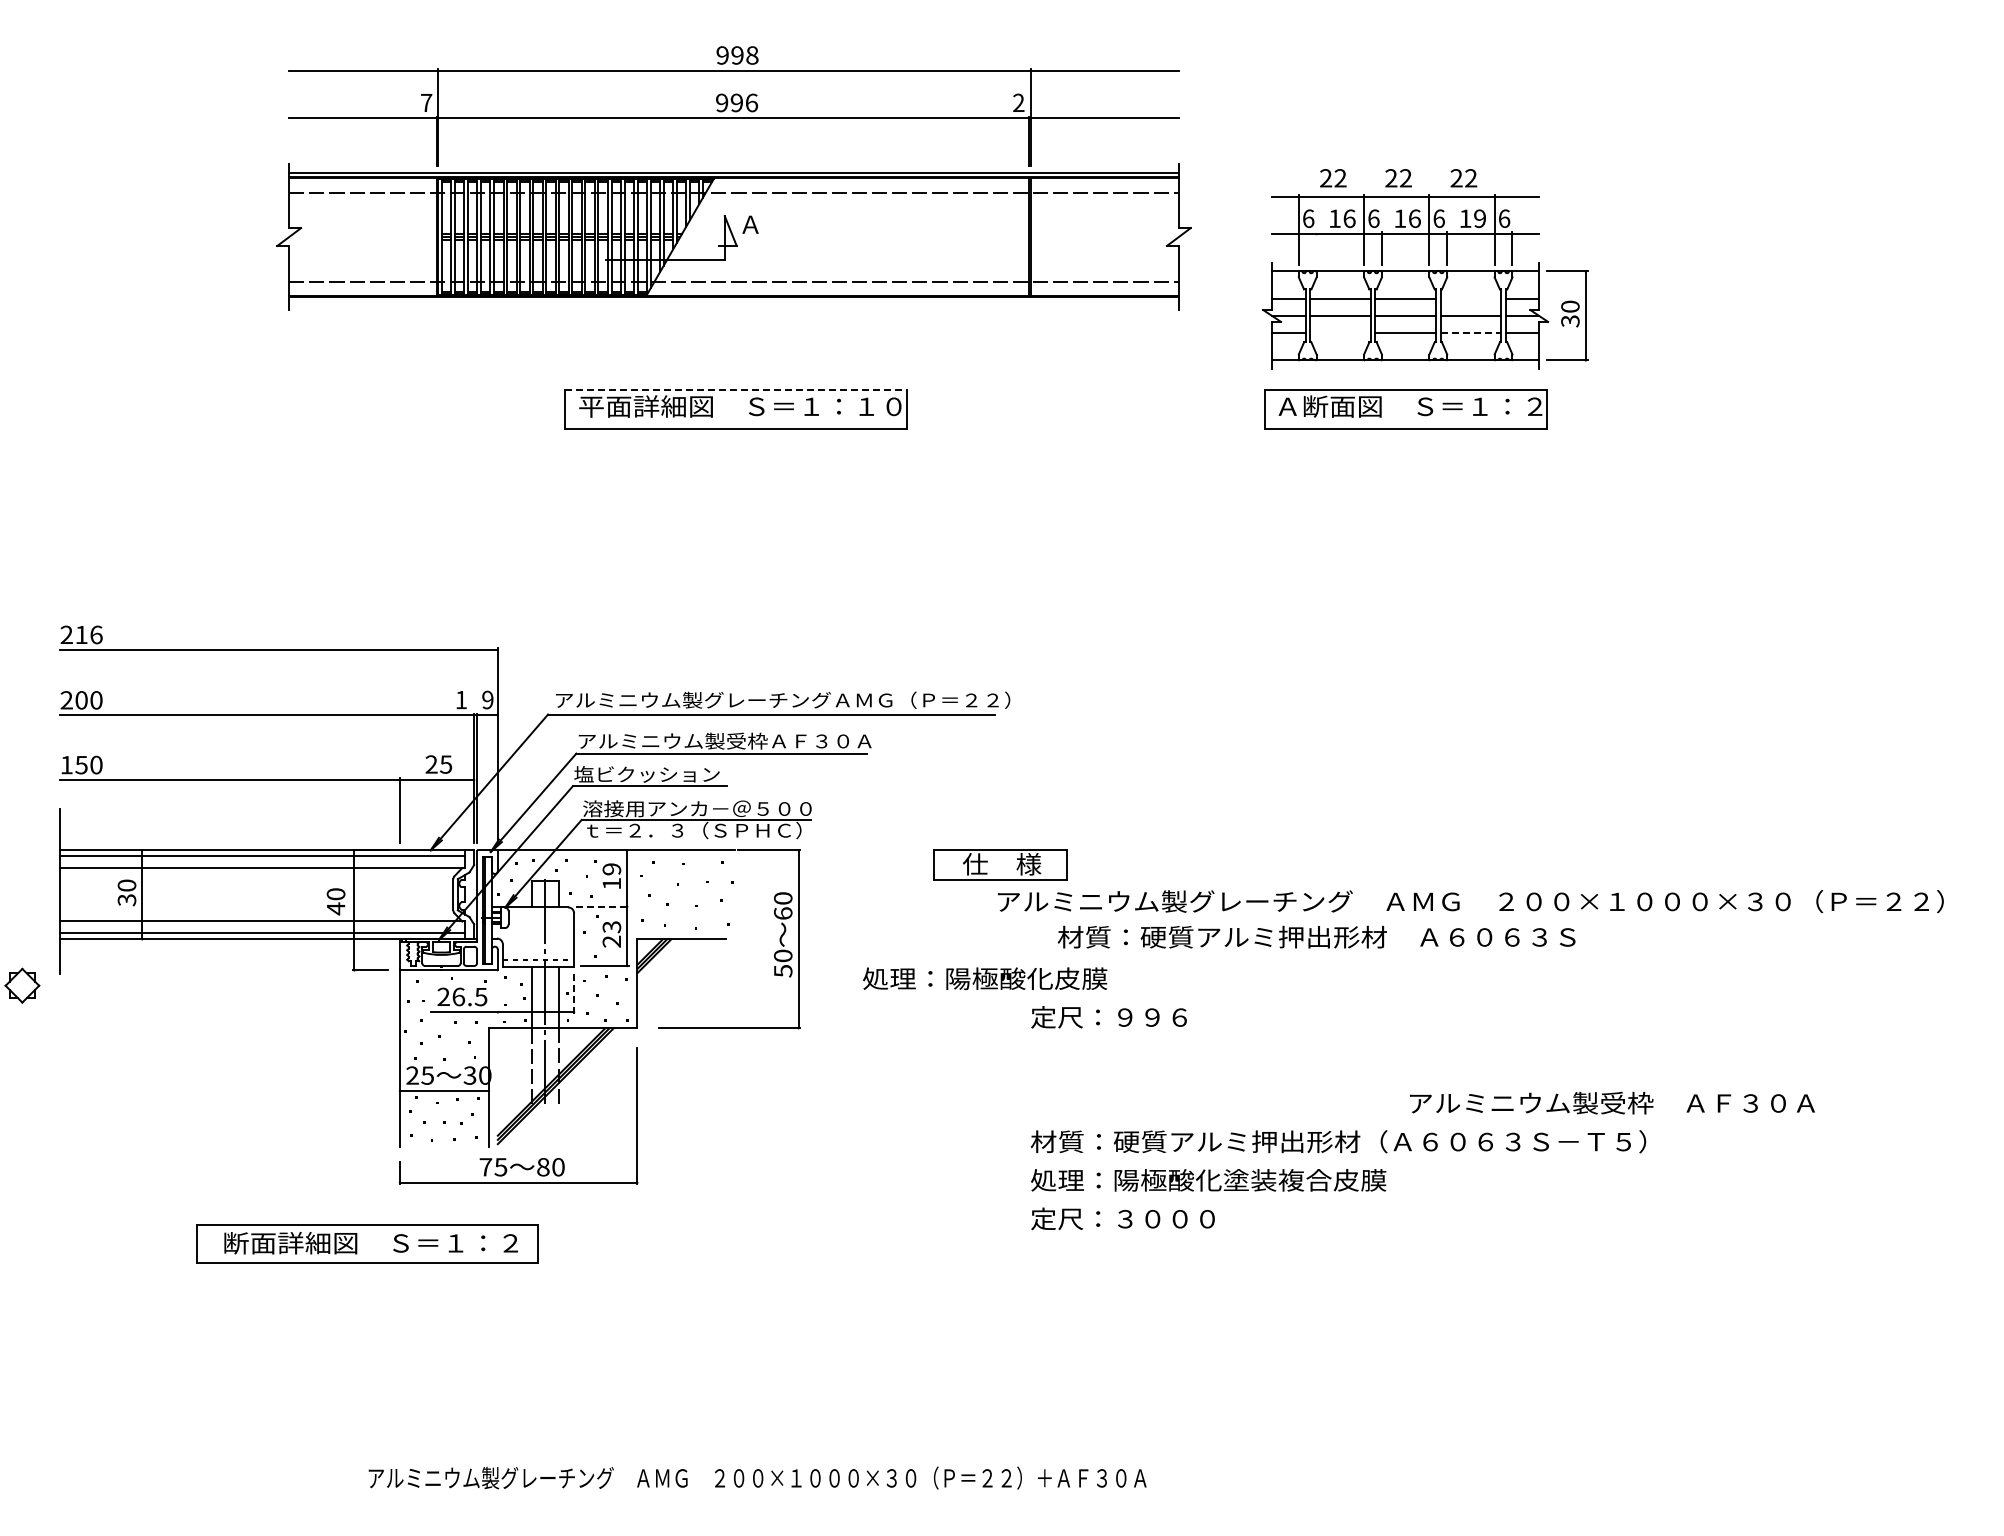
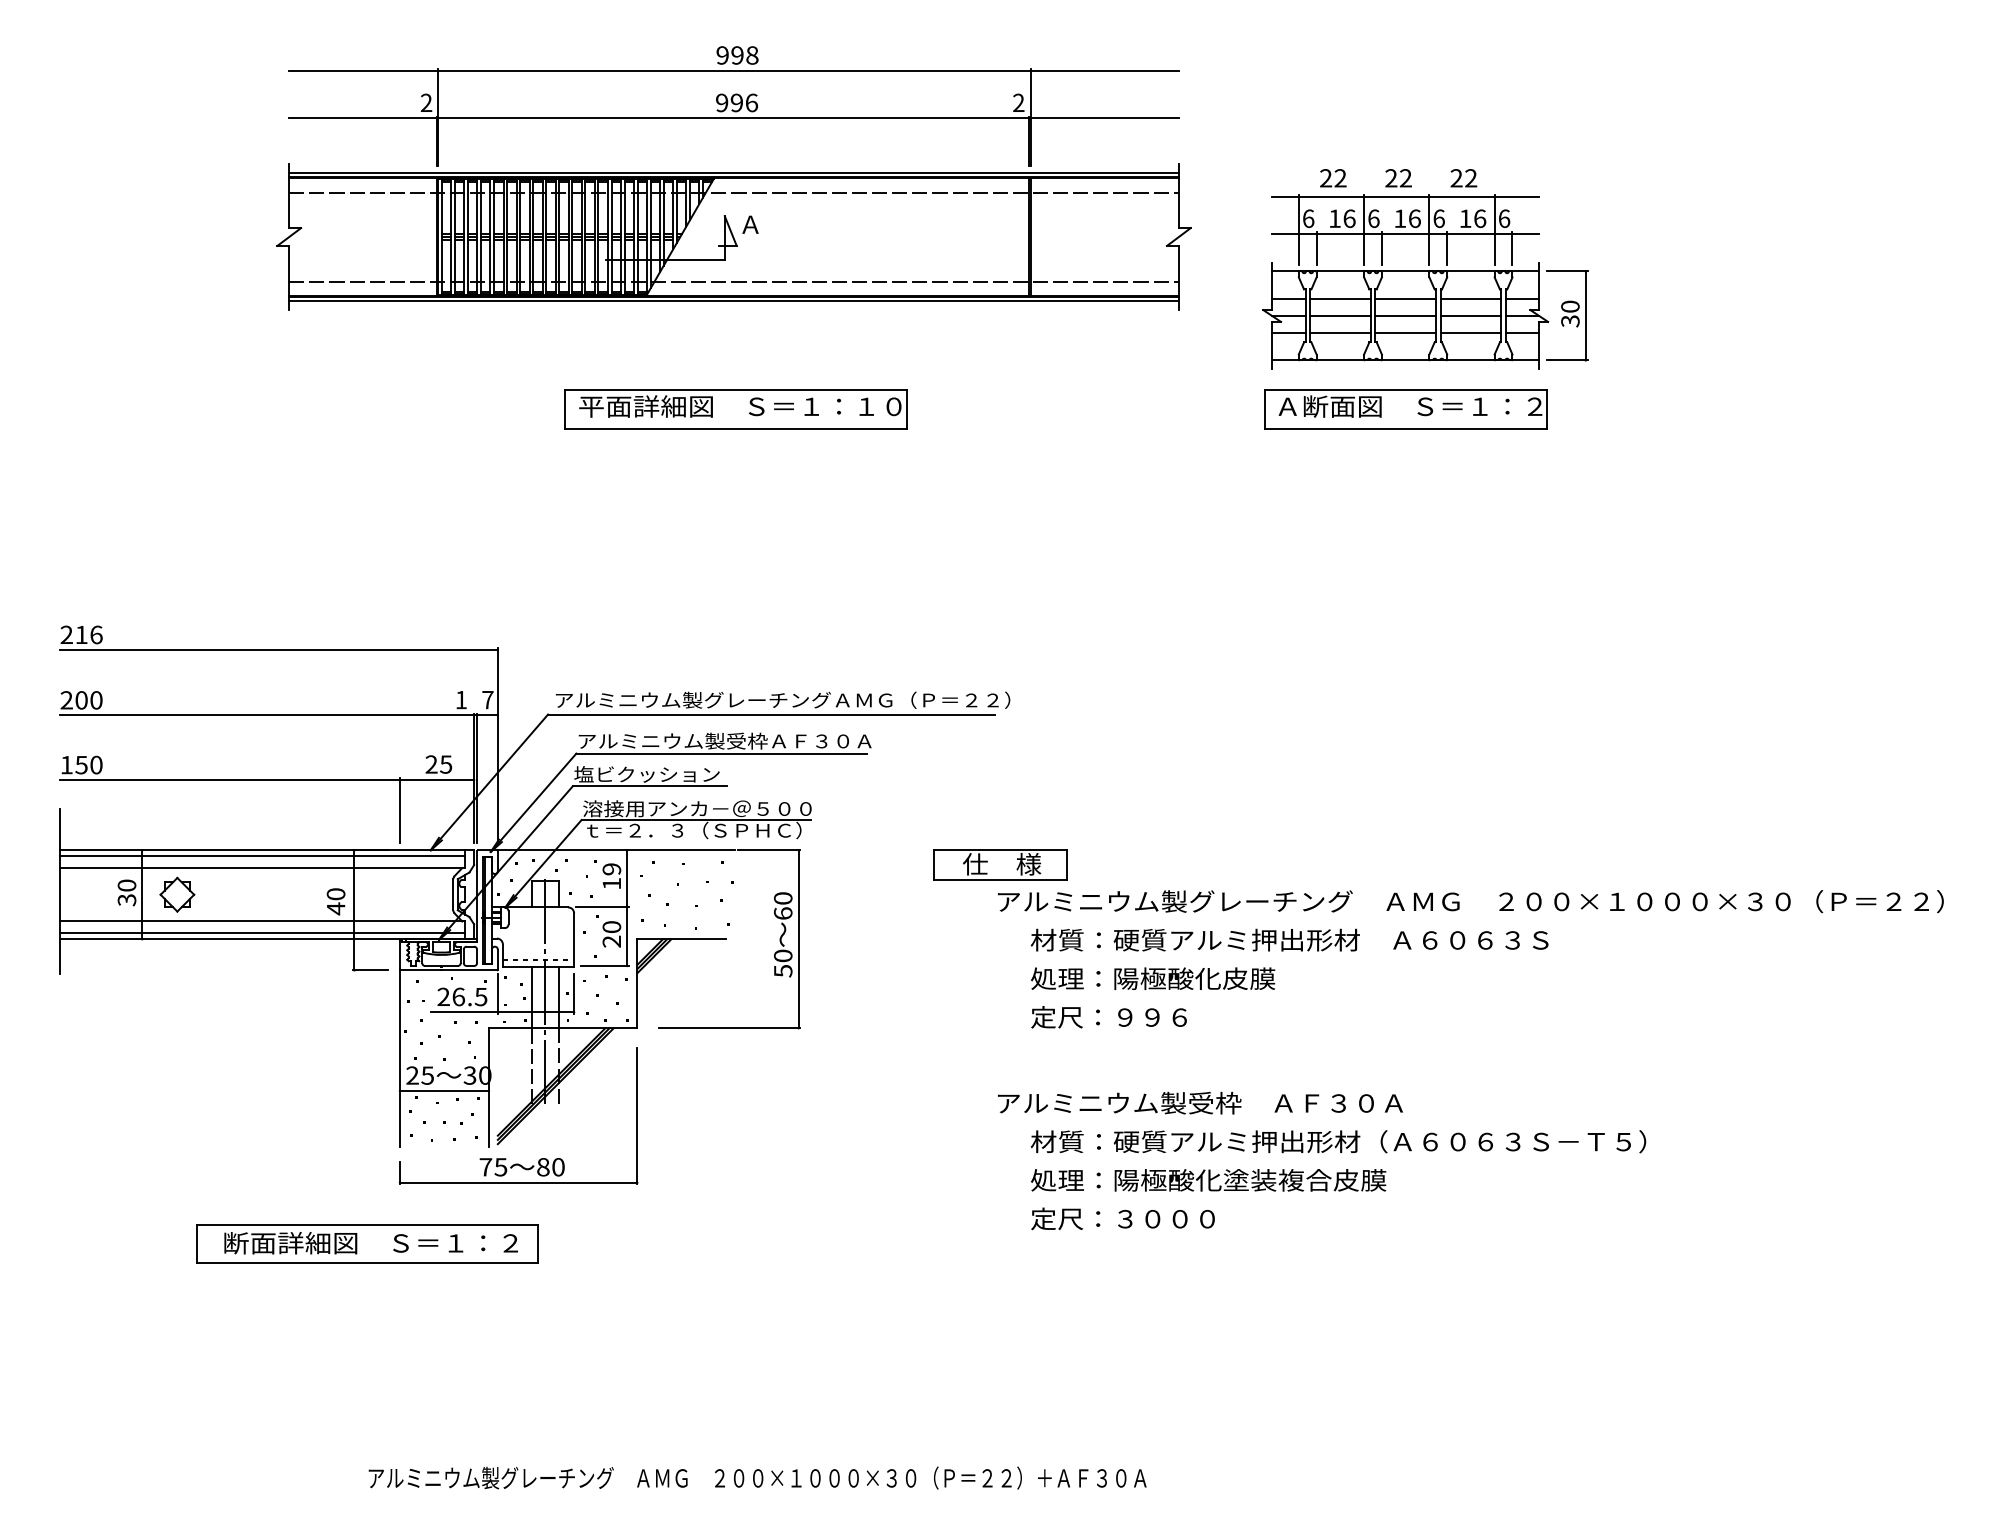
text at (426, 102): 7 -> 2
text at (1480, 218): 19 -> 16
line at (1316, 248): none -> present
line at (1470, 299): none -> present
line at (733, 301): none -> present
line at (1339, 332): none -> present
line at (1471, 332): dashed -> solid
line at (735, 390): dashed -> solid
text at (487, 699): 9 -> 7
line at (602, 906): dashed -> solid
text at (611, 927): 23 -> 20
text at (1316, 936) position: (1316, 936) -> (1289, 939)
text at (985, 978) position: (985, 978) -> (1153, 978)
part at (22, 985) position: (22, 985) -> (177, 894)
line at (497, 993): none -> present
line at (574, 994): dashed -> solid
text at (1612, 1102) position: (1612, 1102) -> (1200, 1102)
